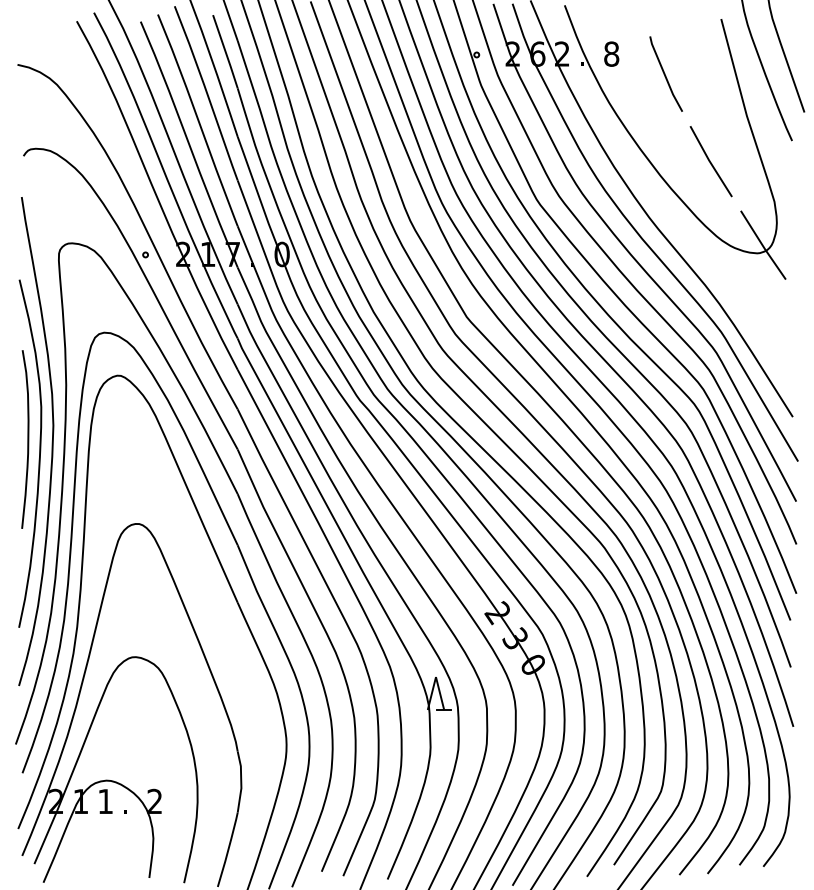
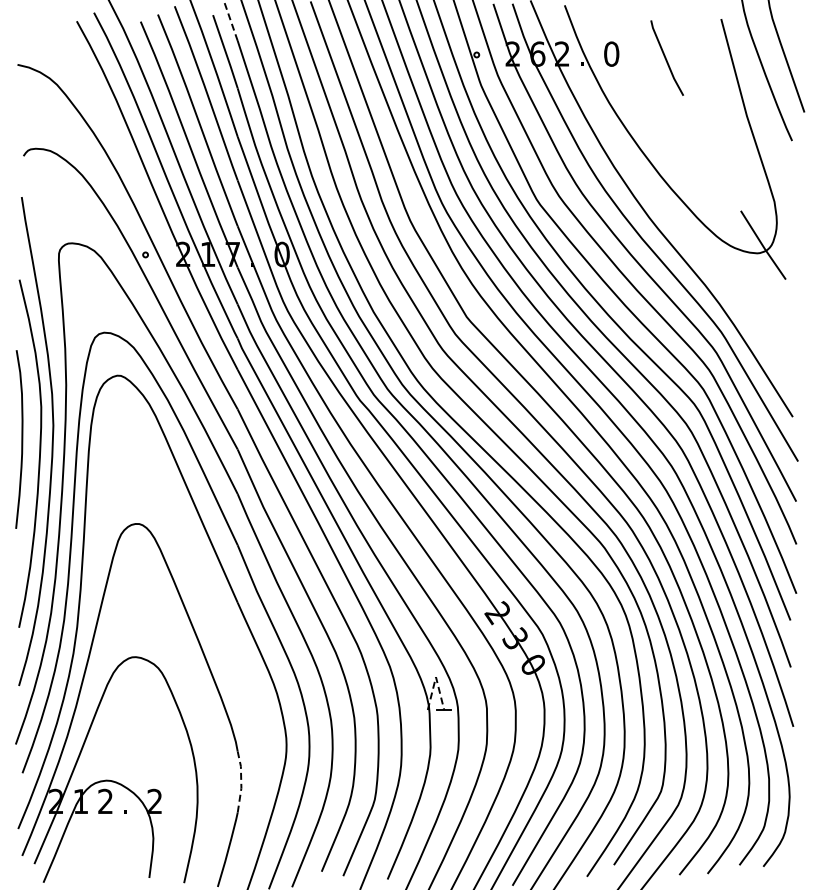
line at (230, 20): solid -> dashed
text at (611, 53): 8 -> 0
line at (665, 73) position: (665, 73) -> (666, 57)
line at (710, 161): present -> none
curve at (27, 439) position: (27, 439) -> (21, 439)
line at (435, 677): solid -> dashed
line at (241, 781): solid -> dashed
text at (105, 800): 1 -> 2
